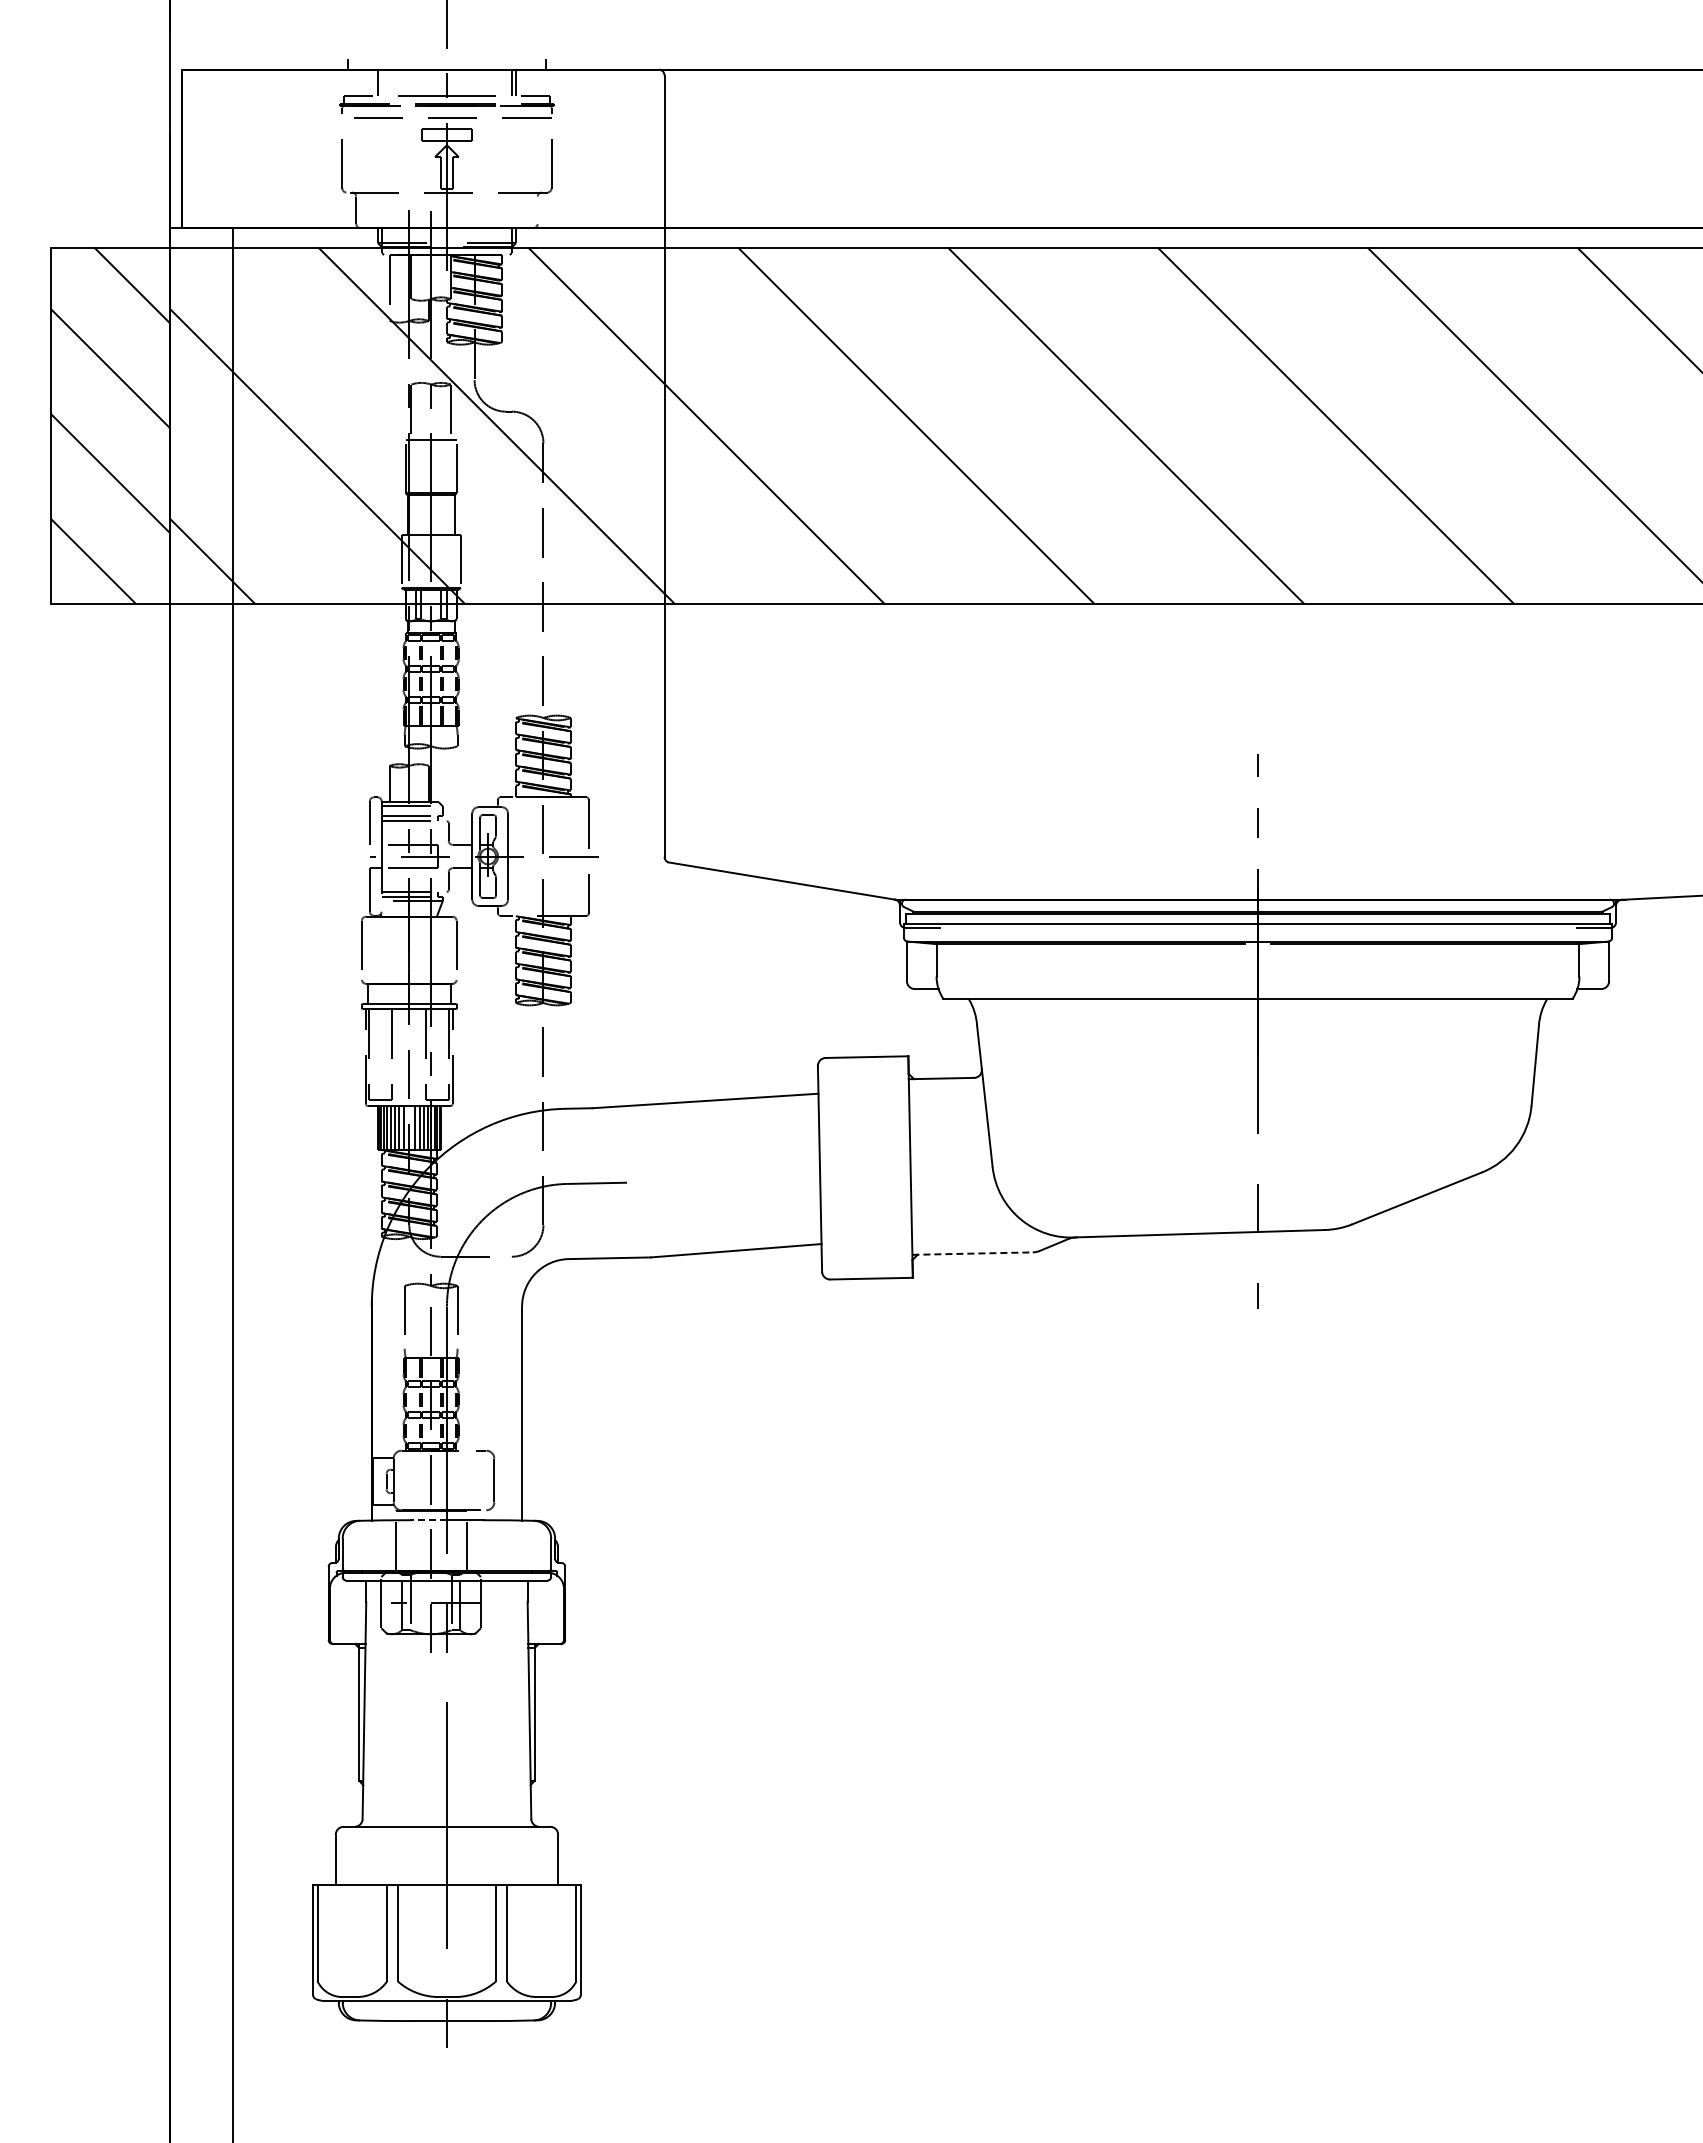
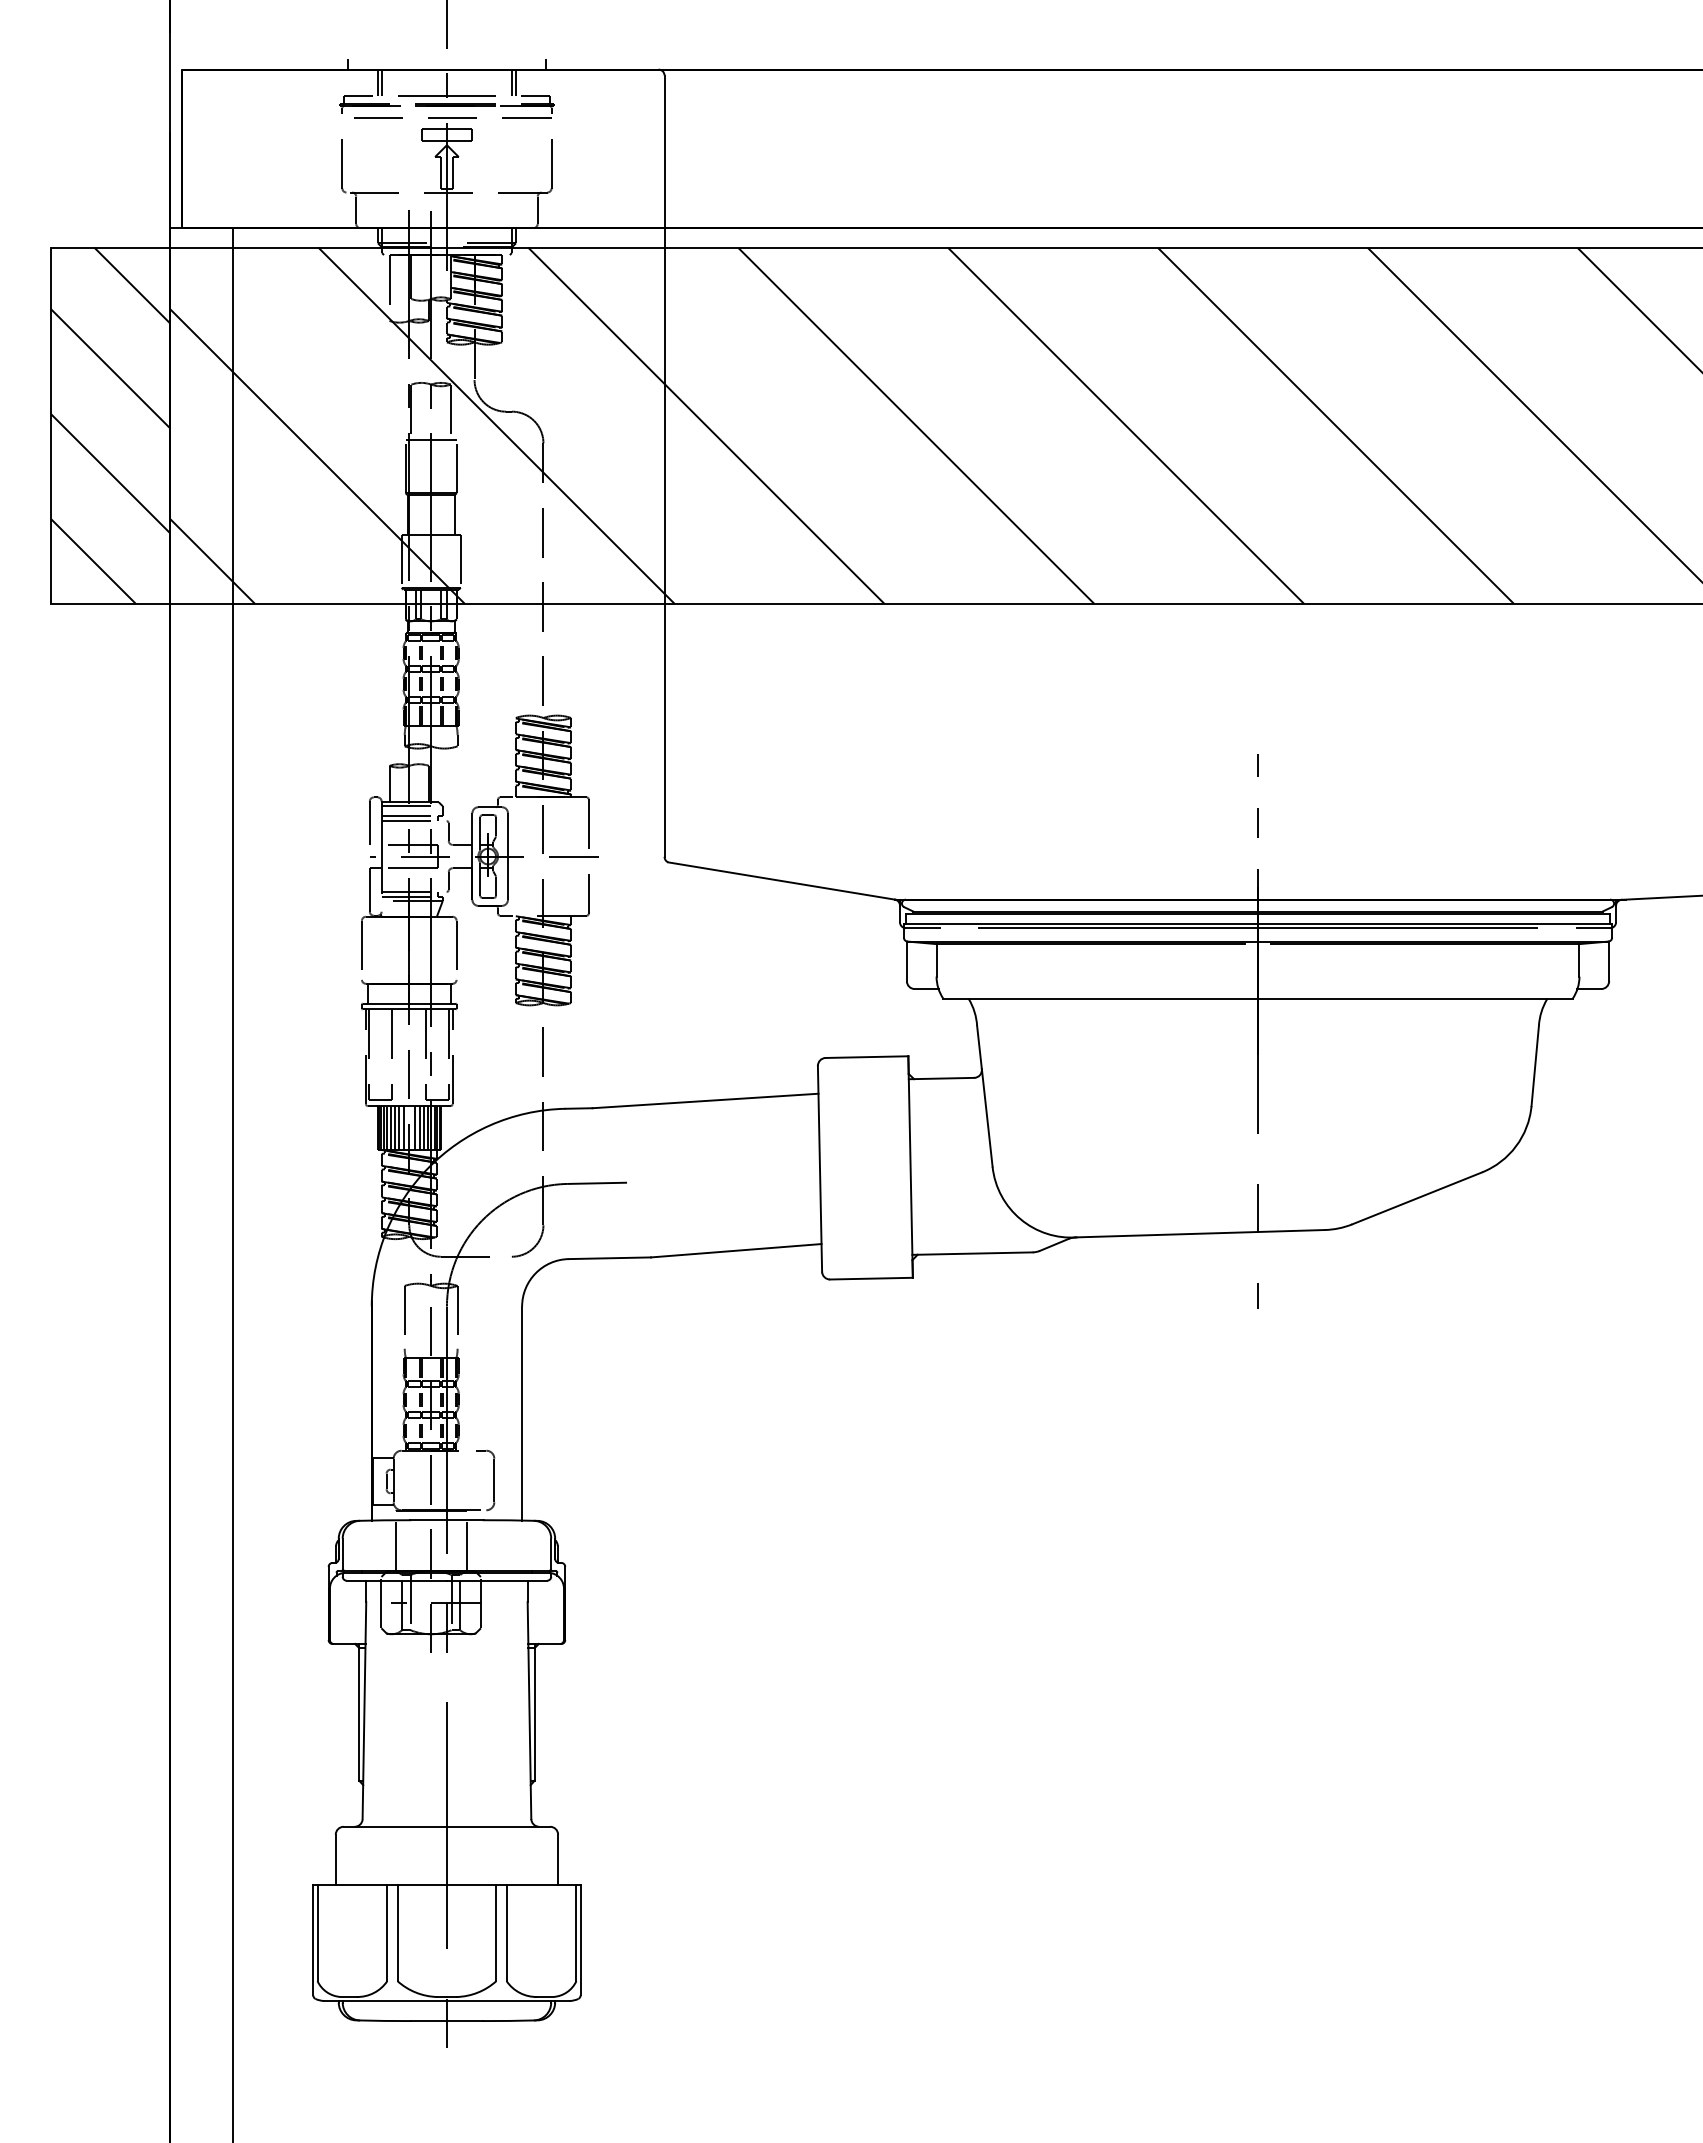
line at (381, 82): none -> present
line at (537, 210): none -> present
line at (1257, 928): none -> present
line at (973, 1253): dashed -> solid
line at (427, 1520): dashed -> solid
